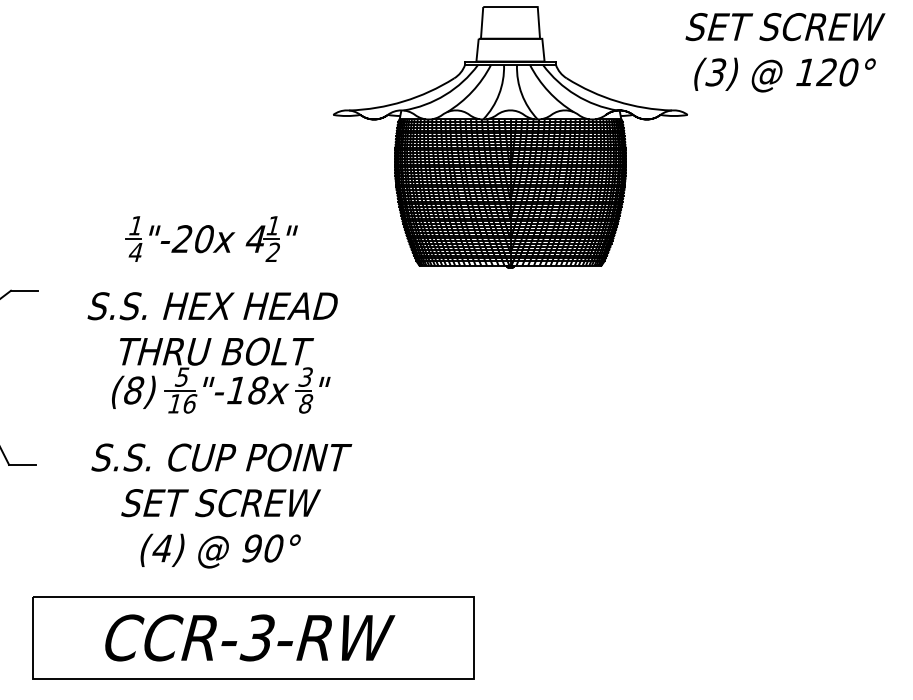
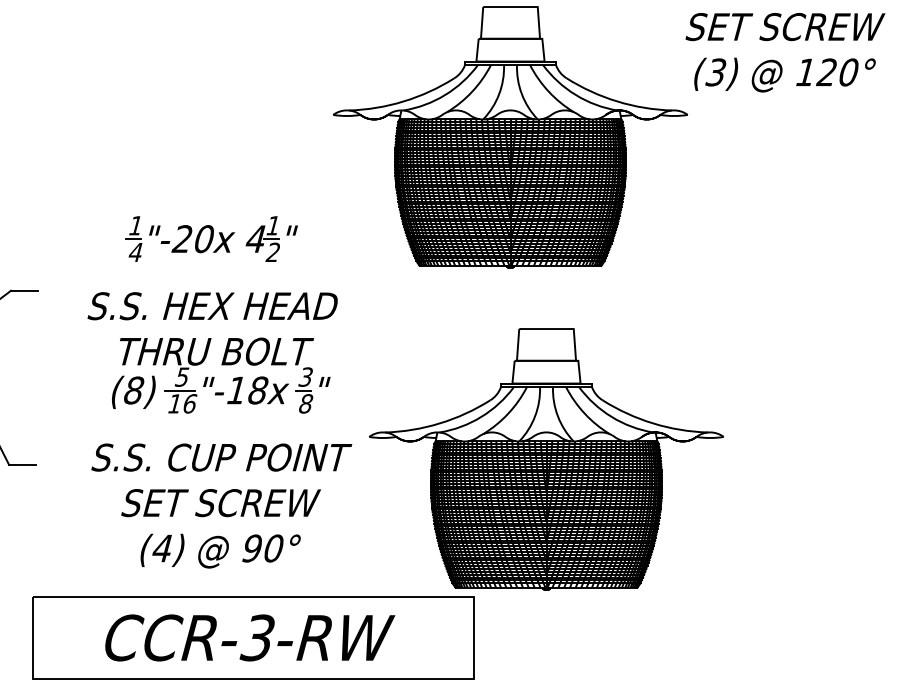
part at (546, 459): none -> present
